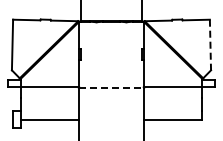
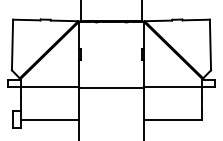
line at (210, 45): dashed -> solid
line at (111, 87): dashed -> solid
